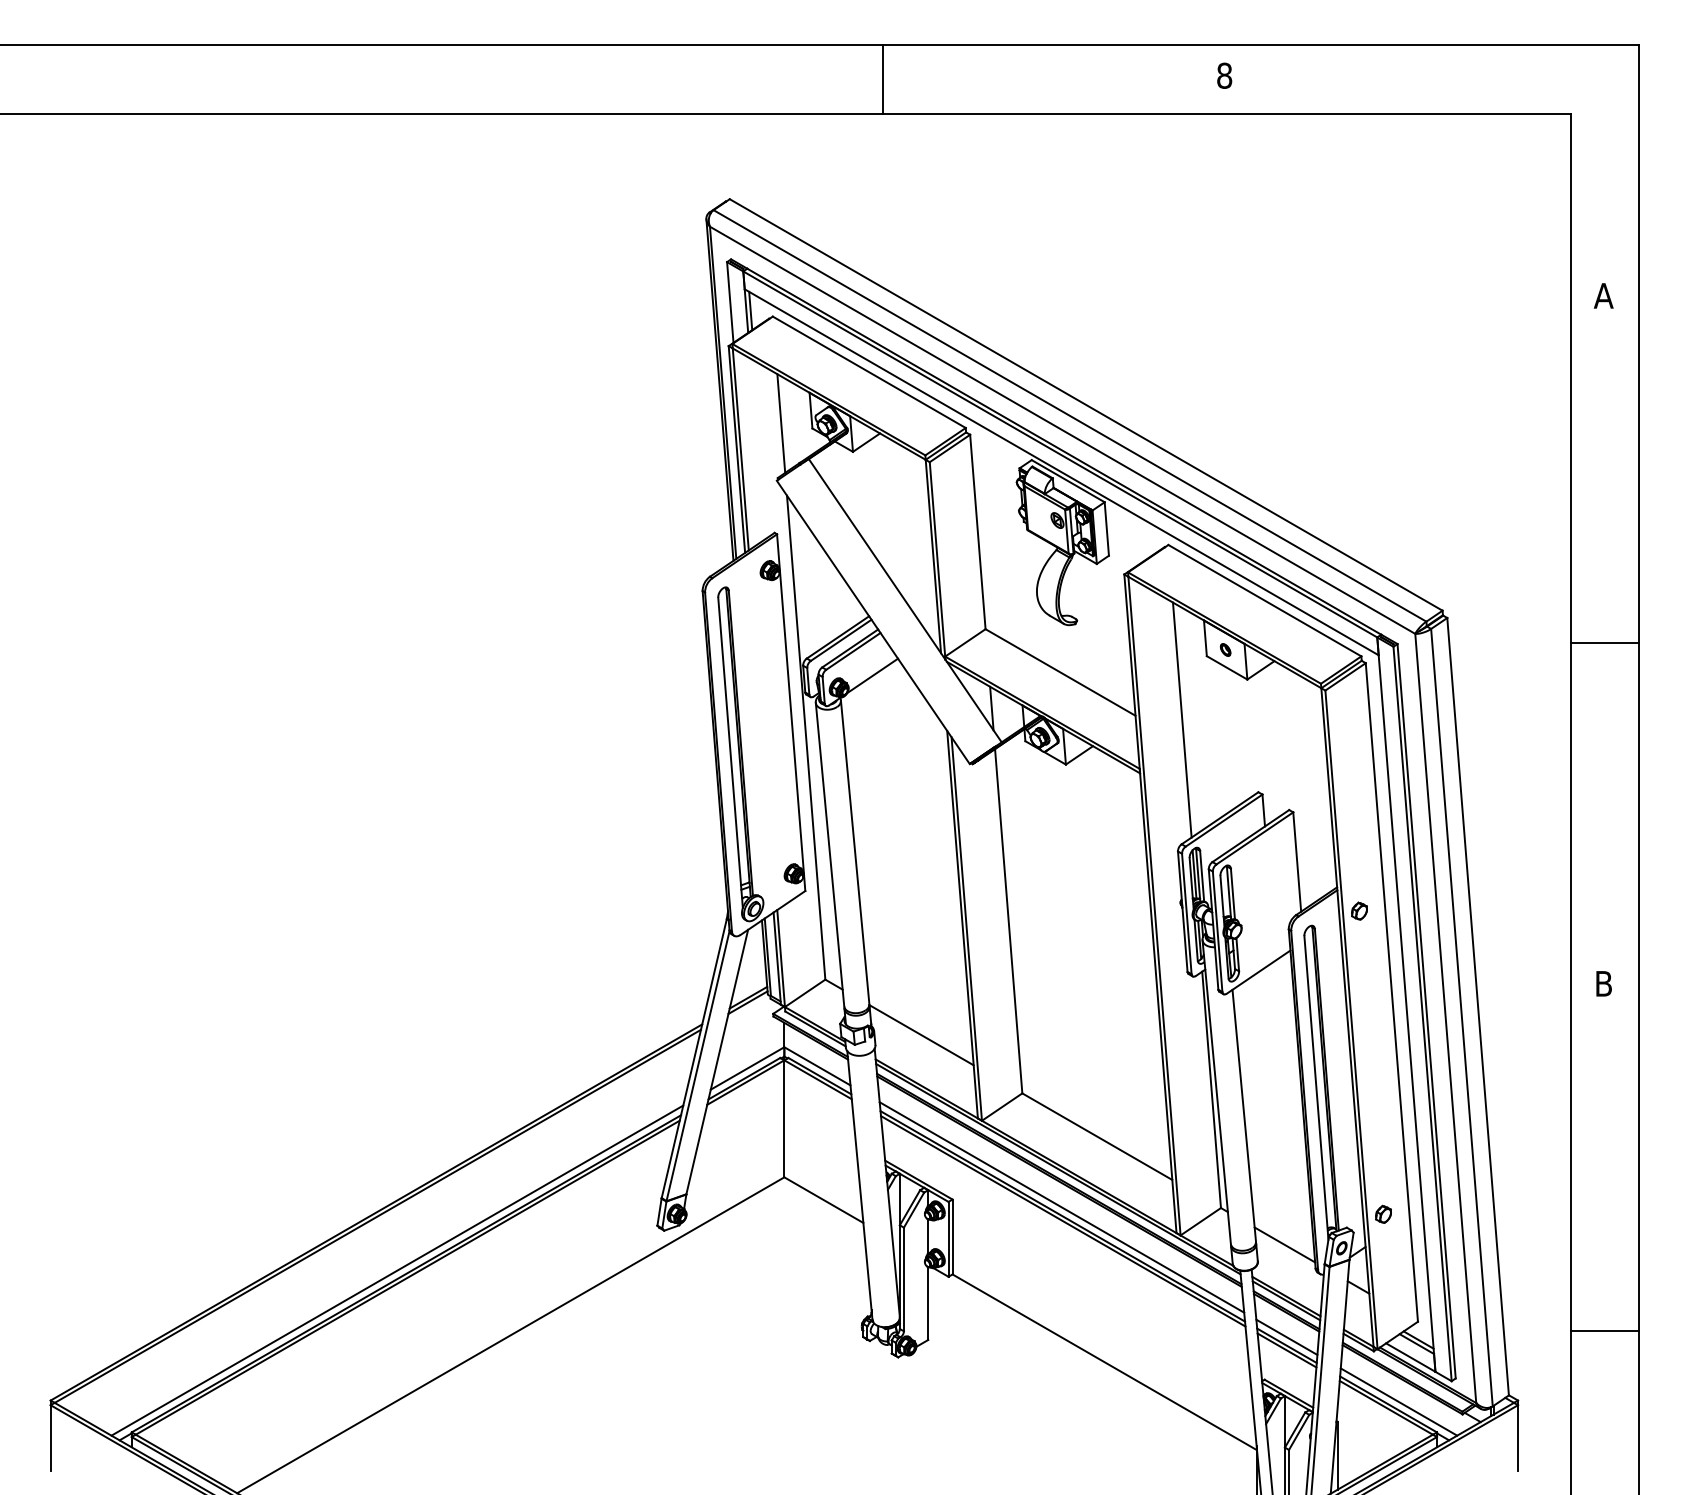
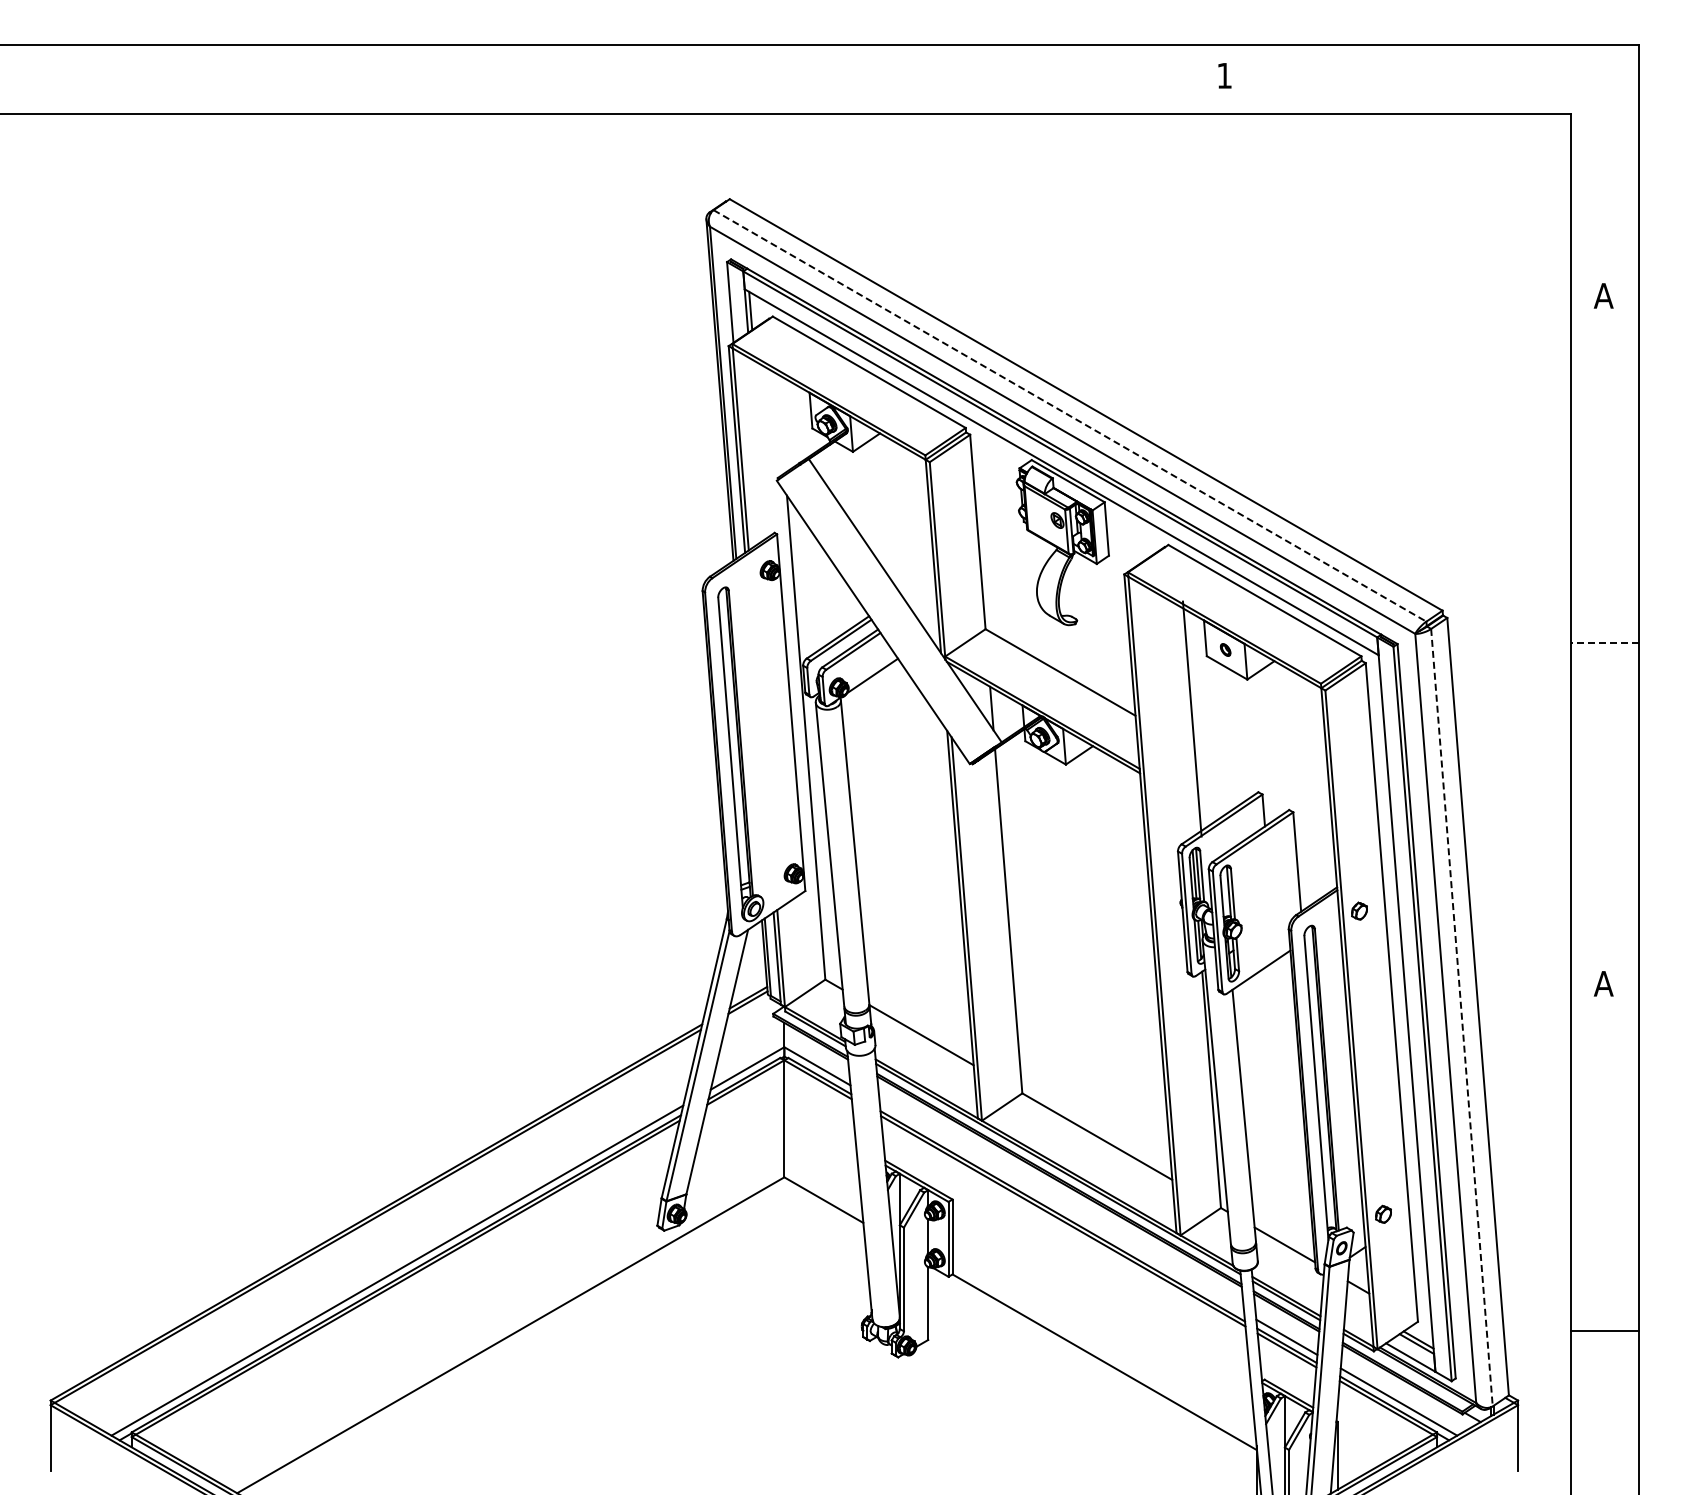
text at (1224, 75): 8 -> 1
line at (882, 78): present -> none
line at (1070, 415): solid -> dashed
line at (781, 423): present -> none
line at (1604, 643): solid -> dashed
line at (1181, 719) position: (1181, 719) -> (1191, 718)
text at (1603, 983): B -> A
line at (1461, 1017): solid -> dashed
line at (1061, 1207): present -> none
